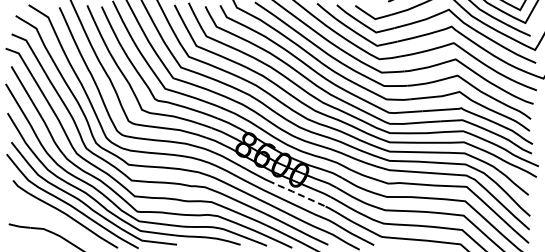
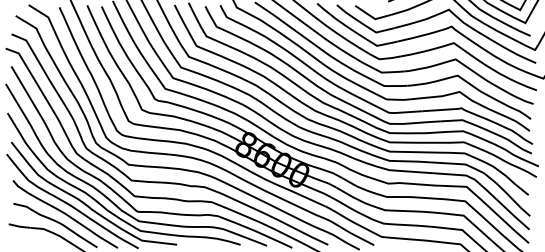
line at (296, 193): dashed -> solid
curve at (57, 223): none -> present
